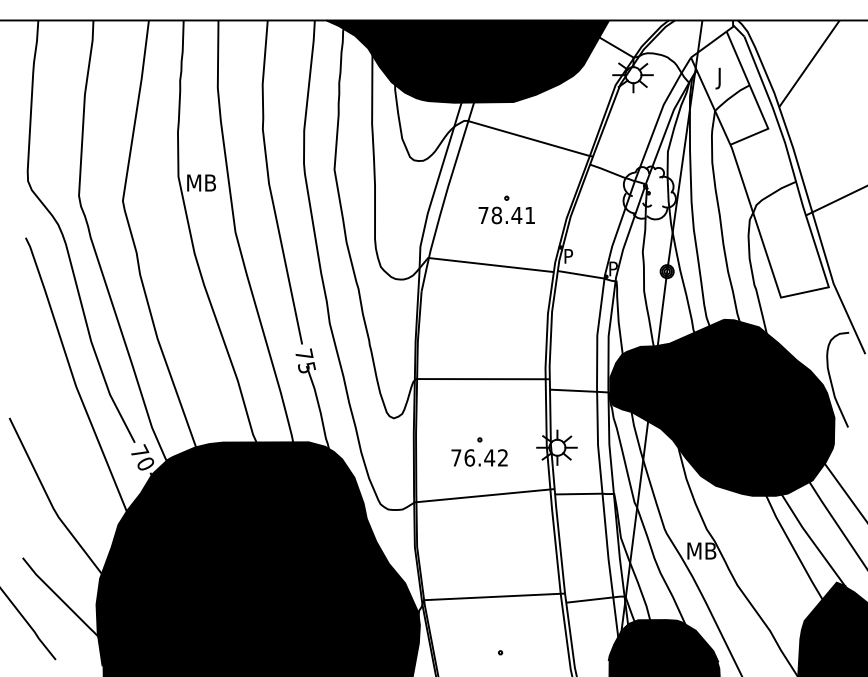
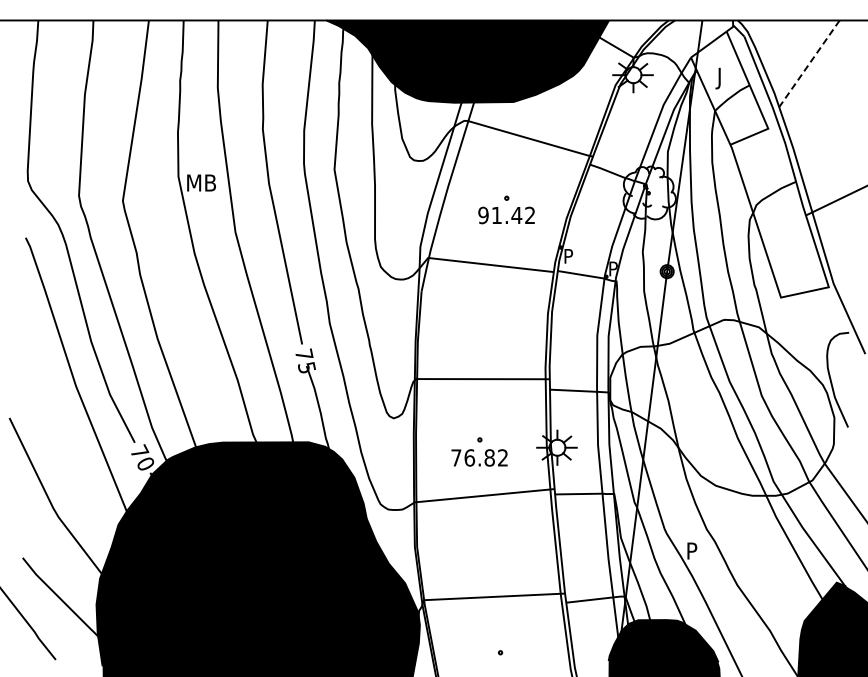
line at (809, 63): solid -> dashed
text at (506, 215): 78.41 -> 91.42
fill at (722, 407): present -> none
text at (489, 457): 76.42 -> 76.82
text at (702, 550): MB -> P
